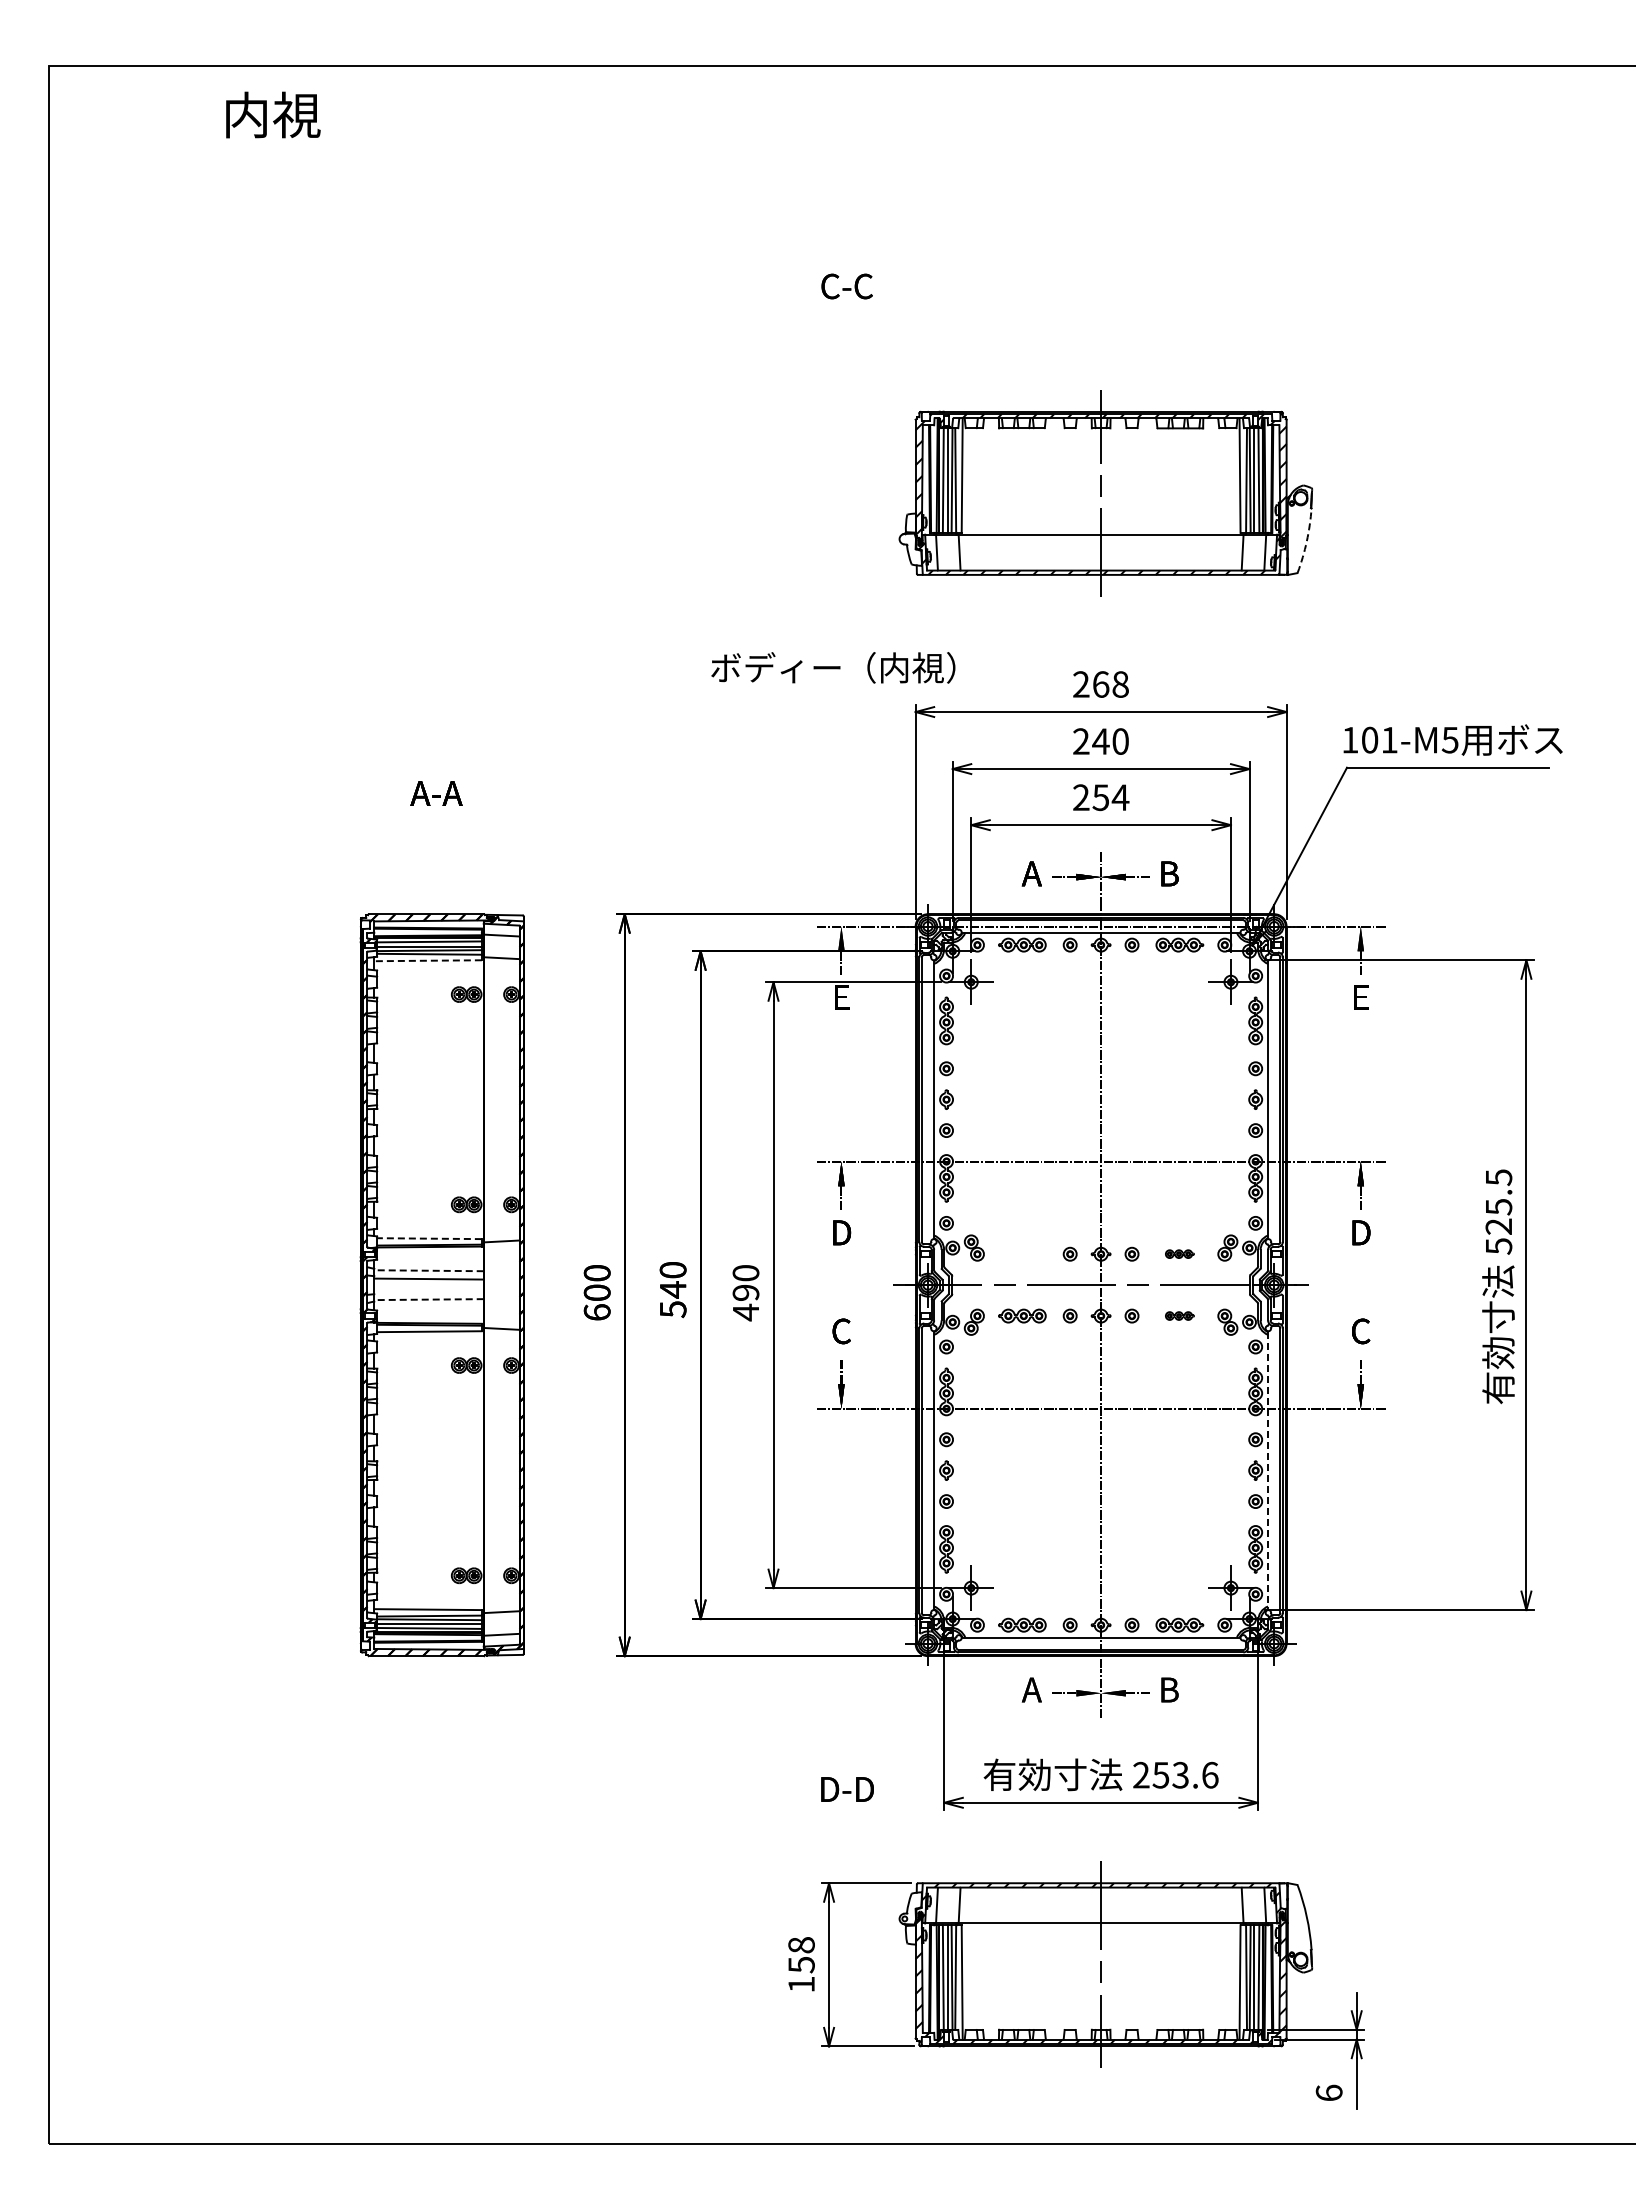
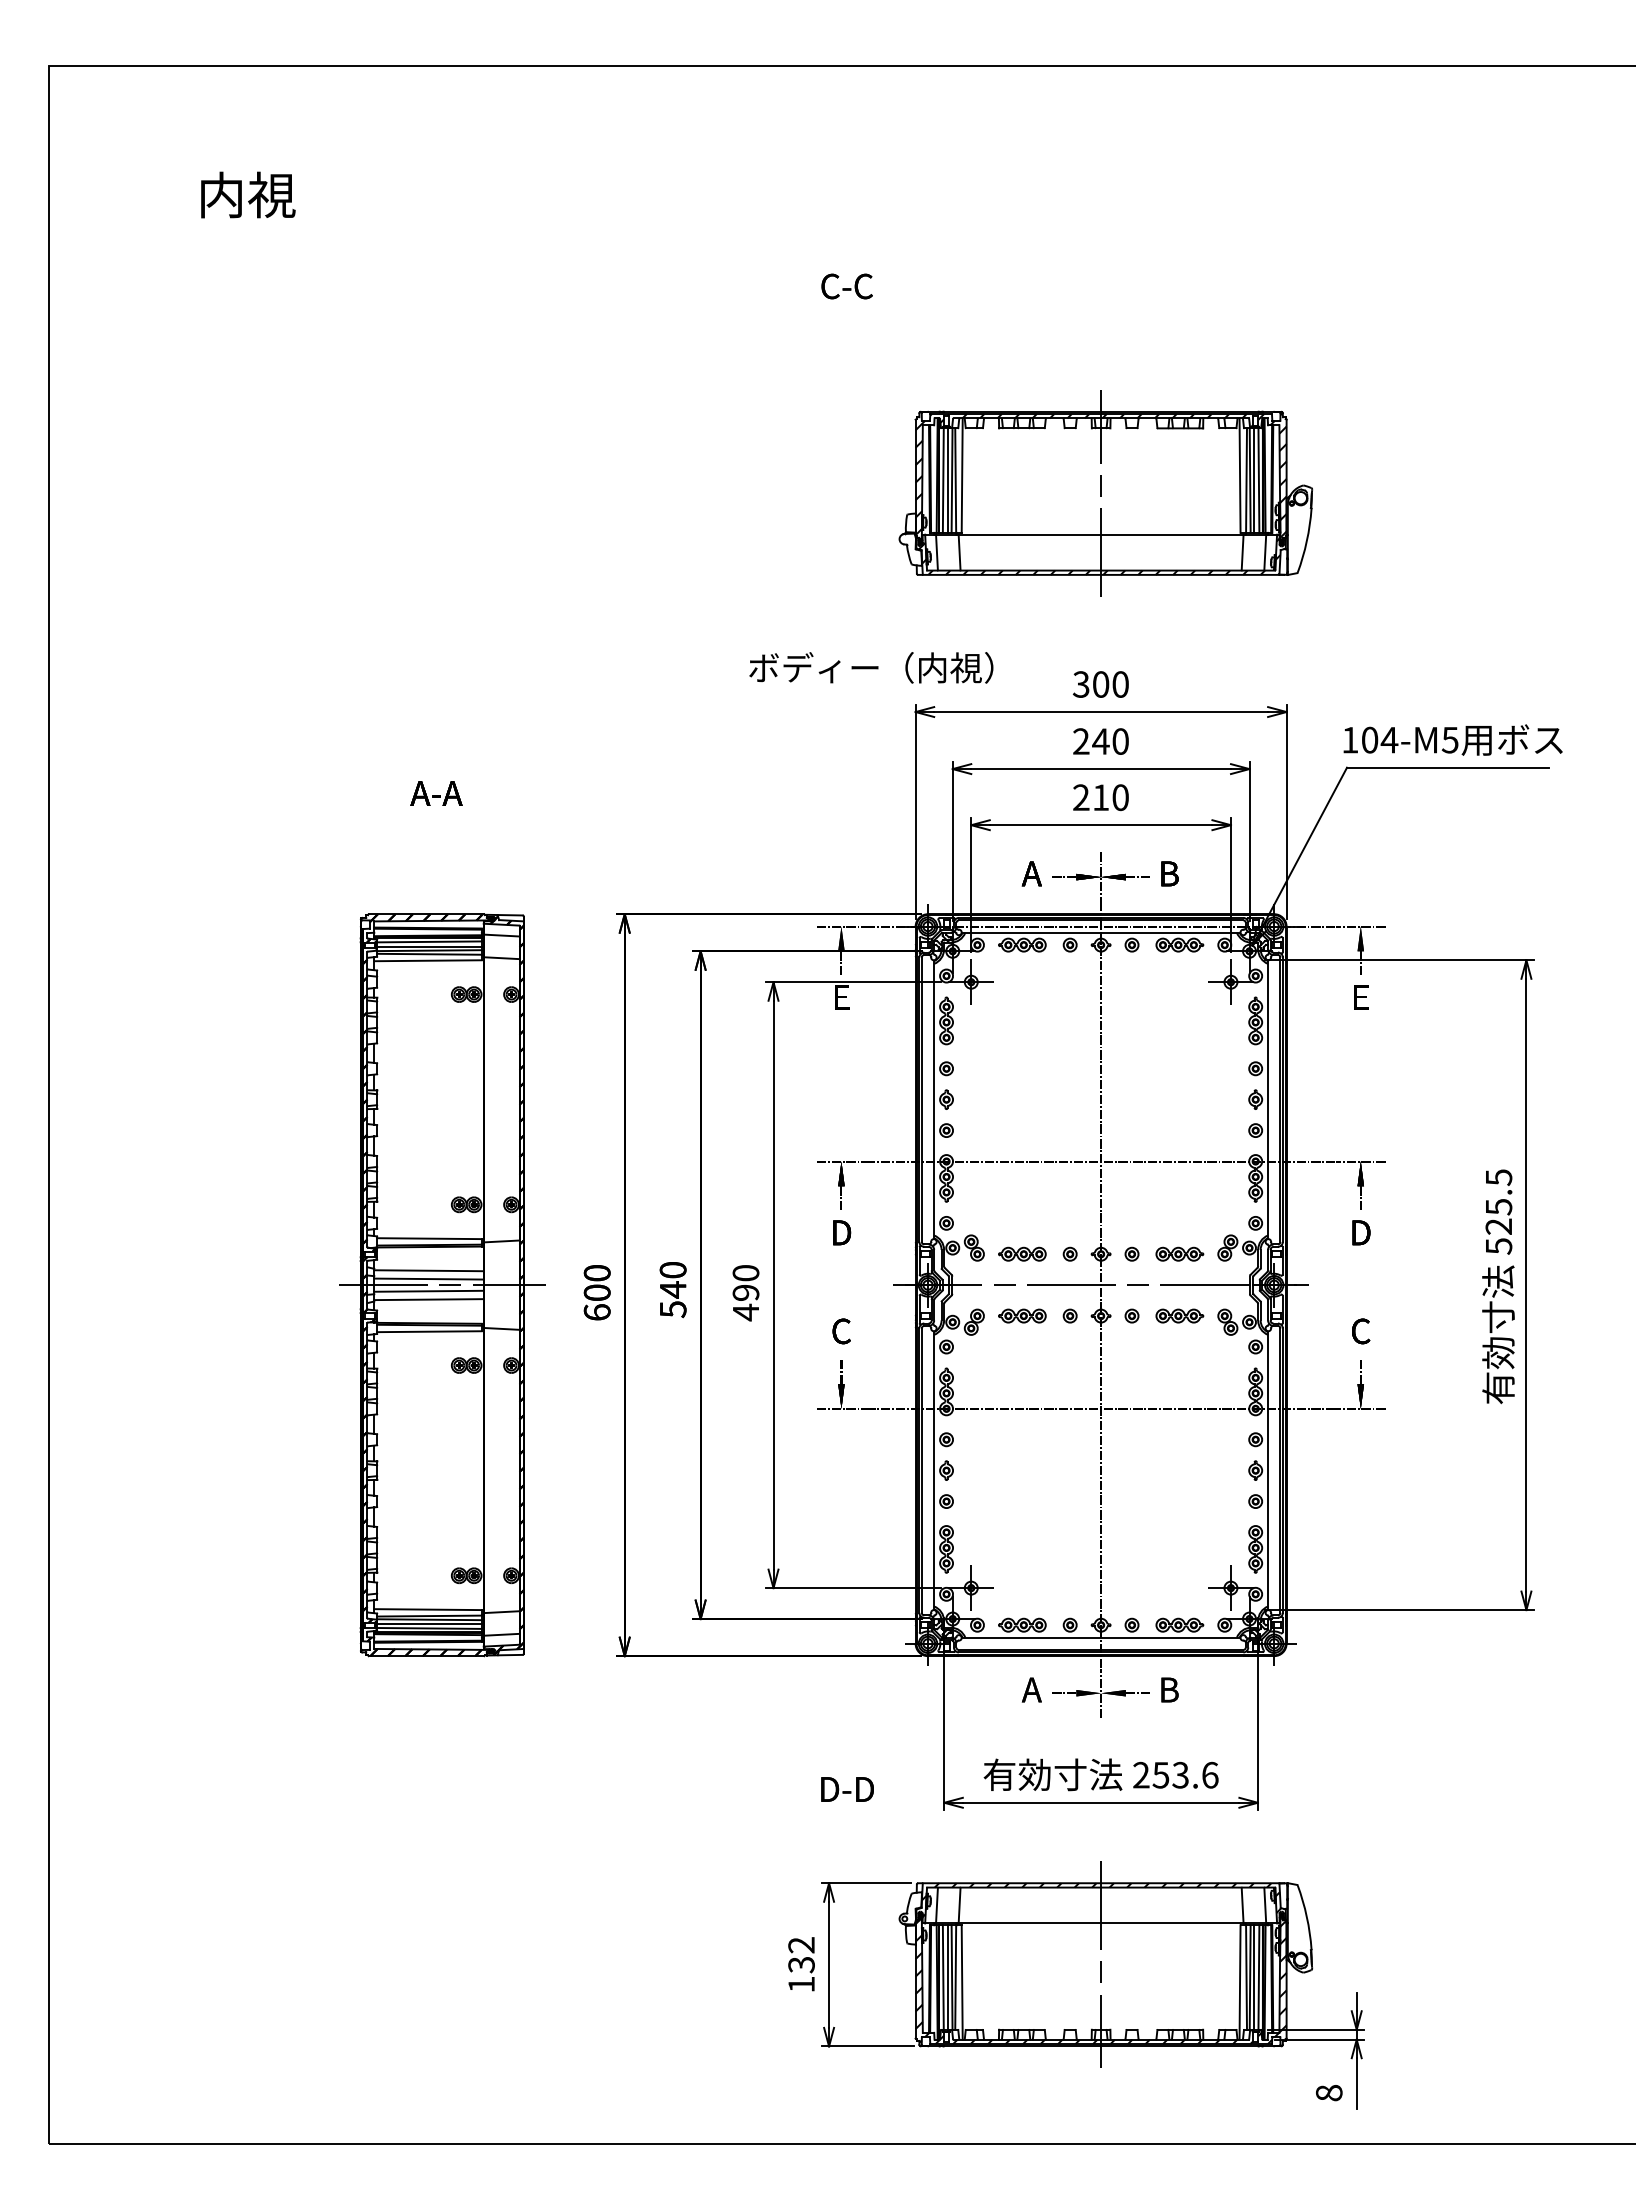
text at (273, 114) position: (273, 114) -> (248, 194)
arc at (1306, 541): dashed -> solid
text at (833, 667) position: (833, 667) -> (871, 667)
text at (1100, 684): 268 -> 300
text at (1389, 740): 101-M5 -> 104-M5
text at (1110, 797): 254 -> 210
line at (428, 960): dashed -> solid
line at (429, 1238): dashed -> solid
part at (1022, 1253): none -> present
part at (1179, 1253) size: 30x10 px -> 50x16 px
line at (429, 1270): dashed -> solid
hatch at (422, 1285): none -> present
line at (442, 1285): none -> present
line at (428, 1290): none -> present
line at (429, 1299): dashed -> solid
part at (1179, 1315) size: 30x10 px -> 50x16 px
line at (1268, 1470): dashed -> solid
text at (801, 1954): 158 -> 132
text at (1328, 2092): 6 -> 8
